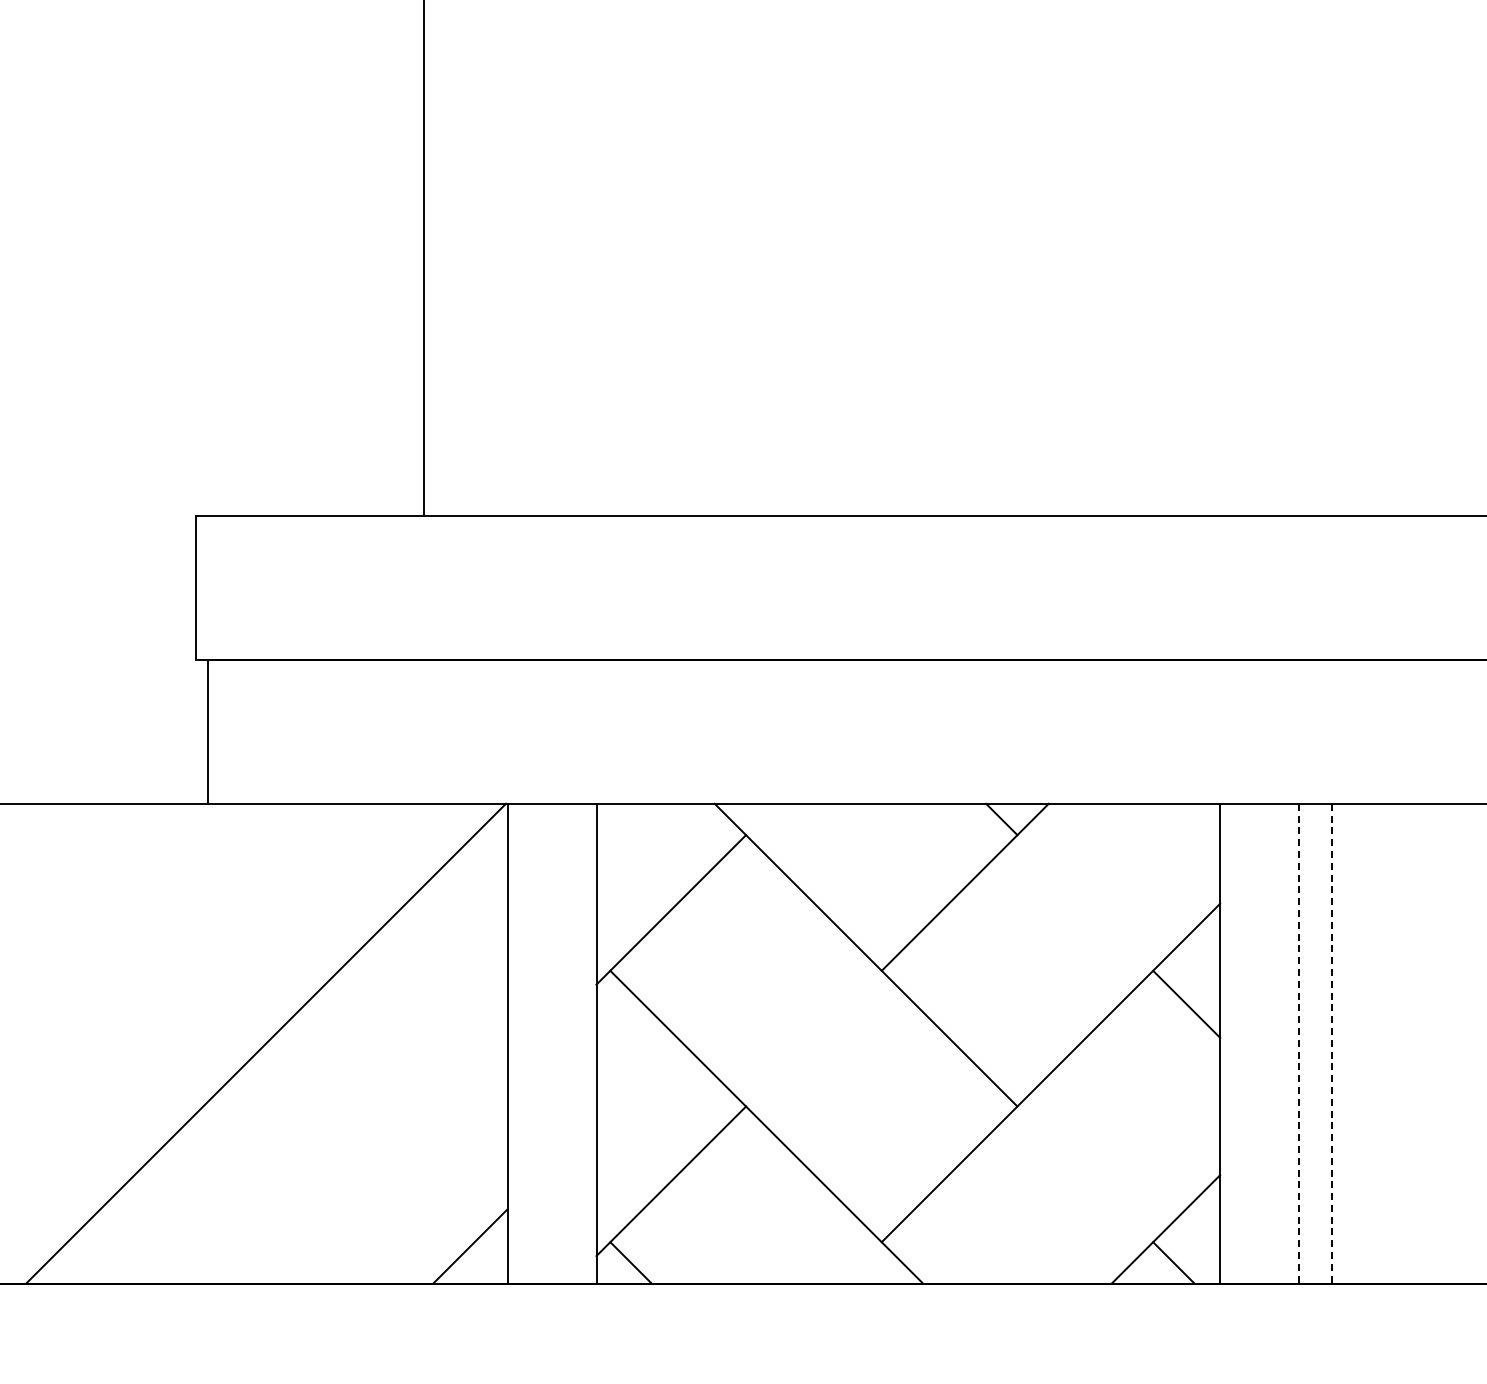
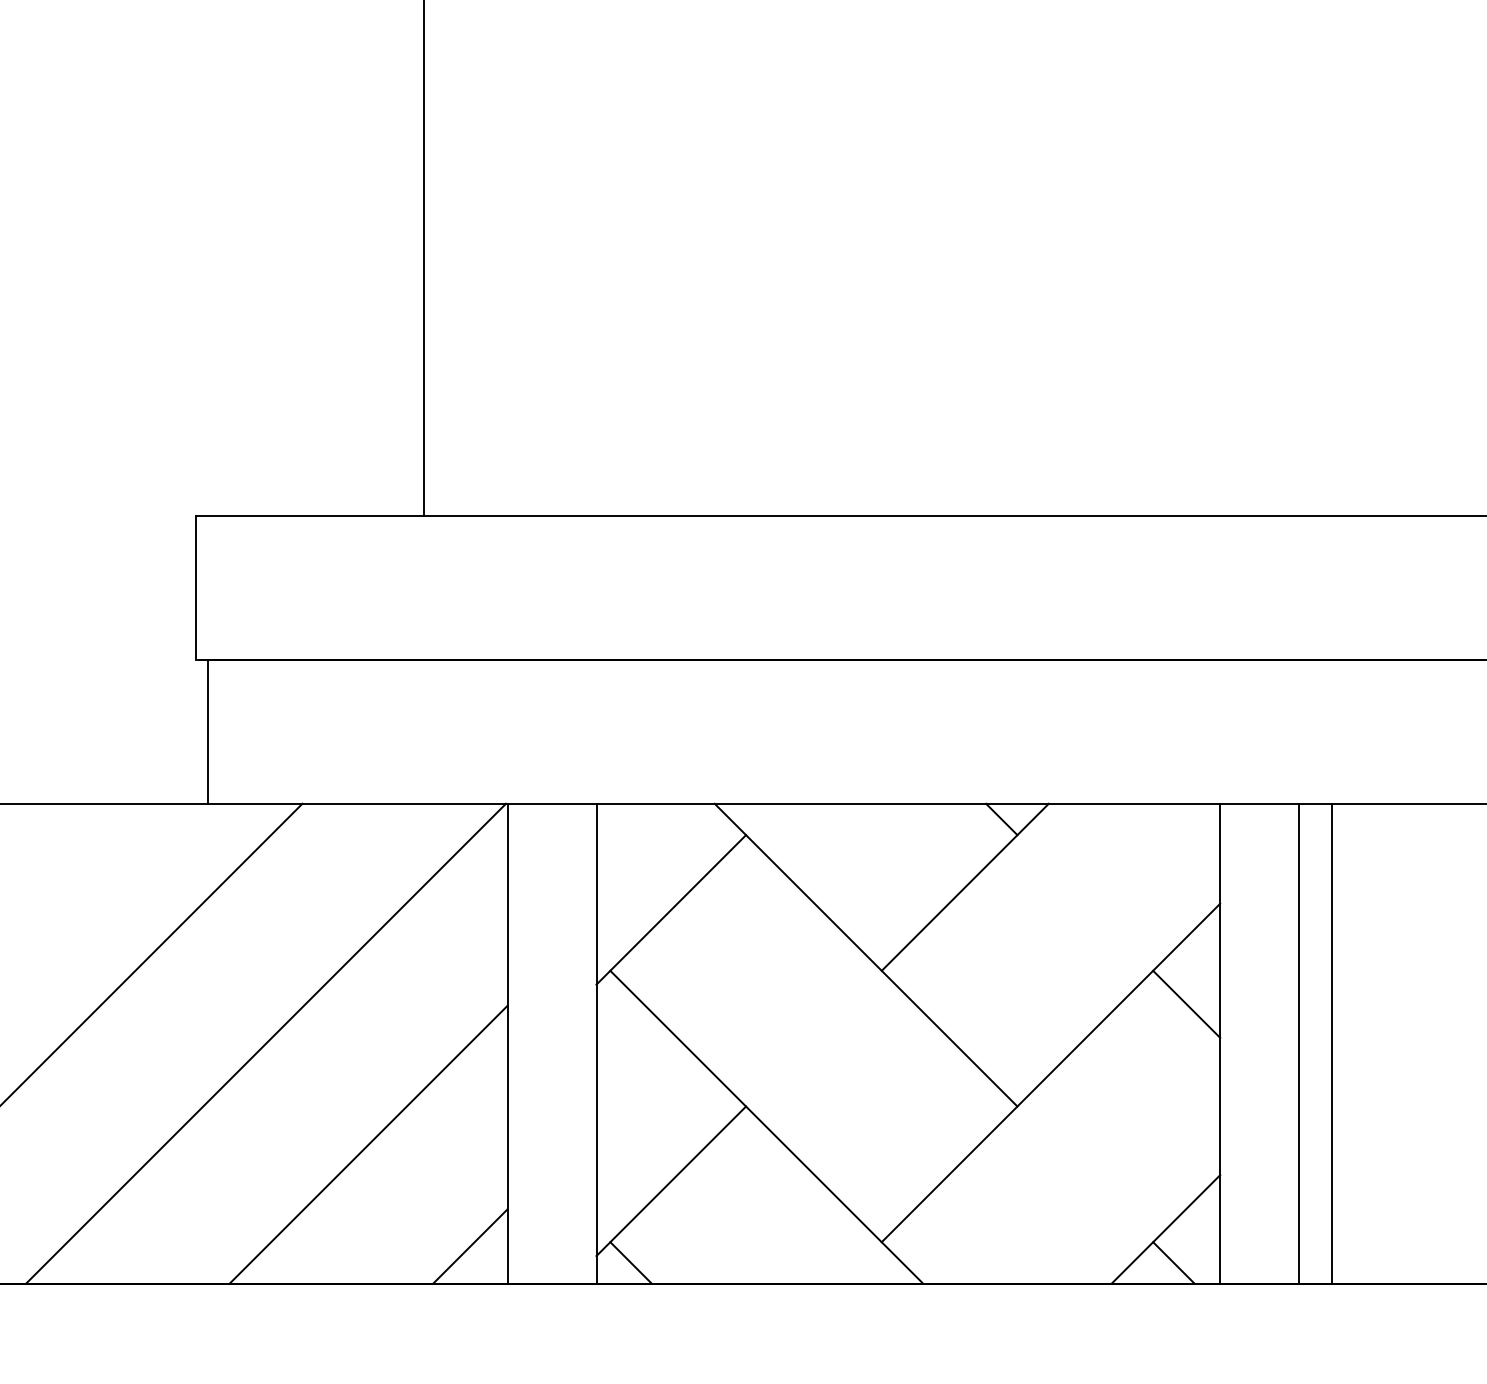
line at (152, 953): none -> present
line at (1299, 1043): dashed -> solid
line at (1331, 1043): dashed -> solid
line at (368, 1144): none -> present
